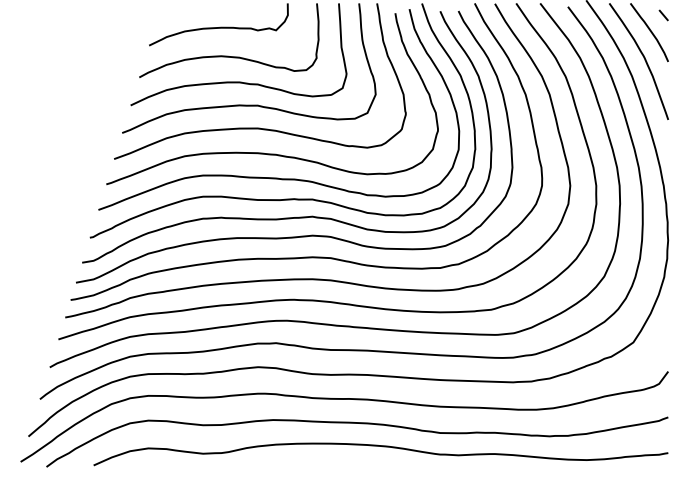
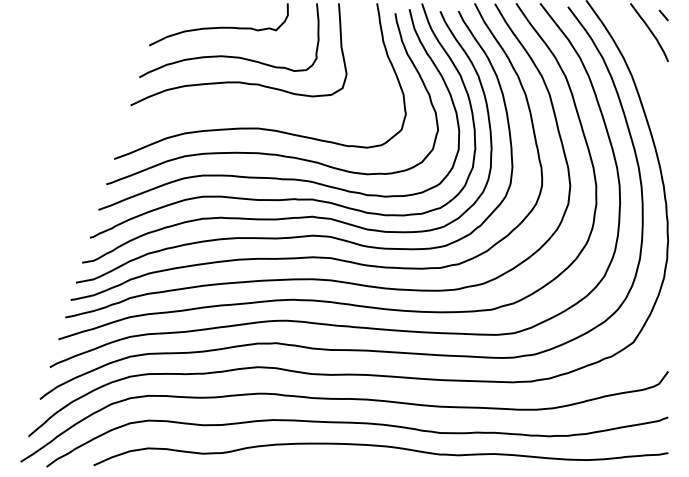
curve at (643, 58): present -> none
curve at (249, 104): present -> none
